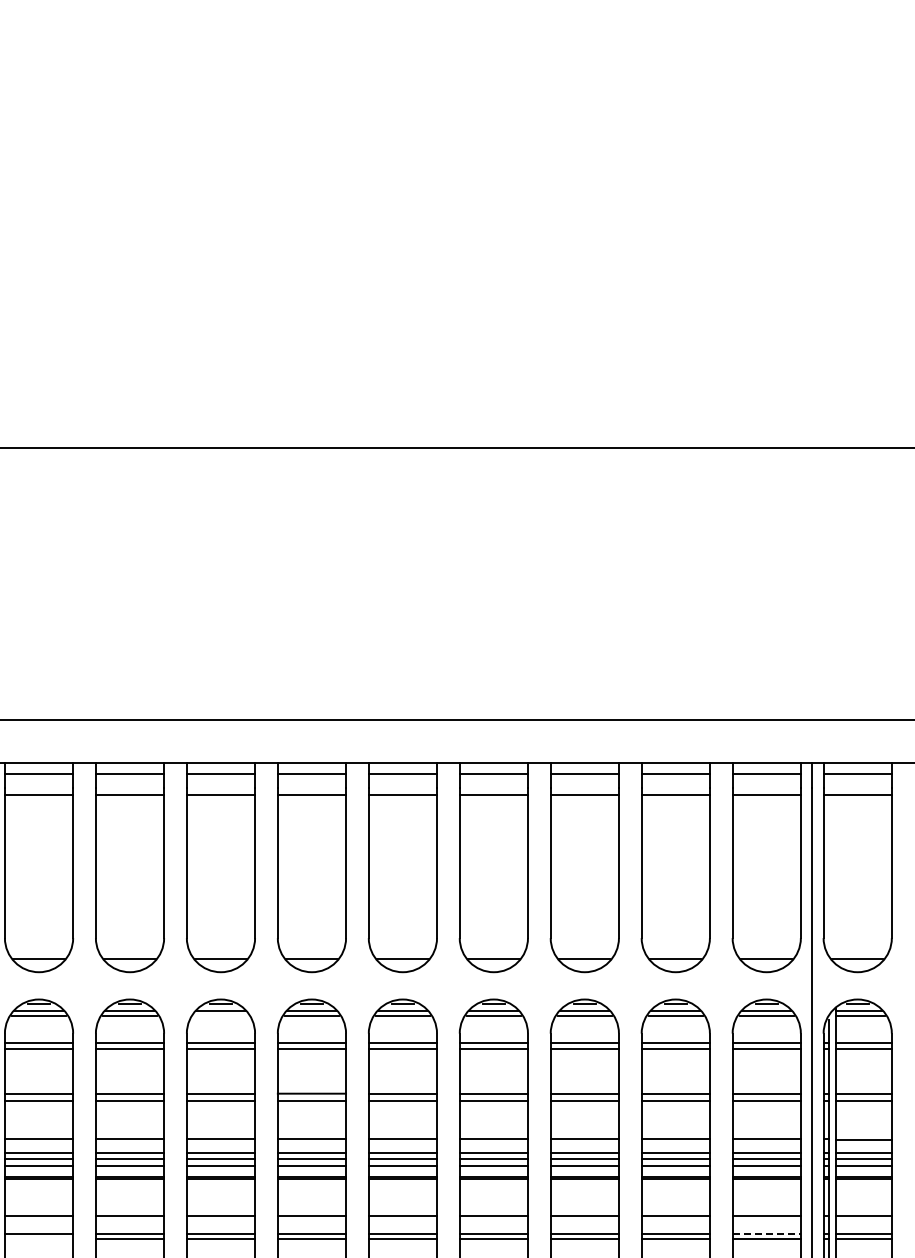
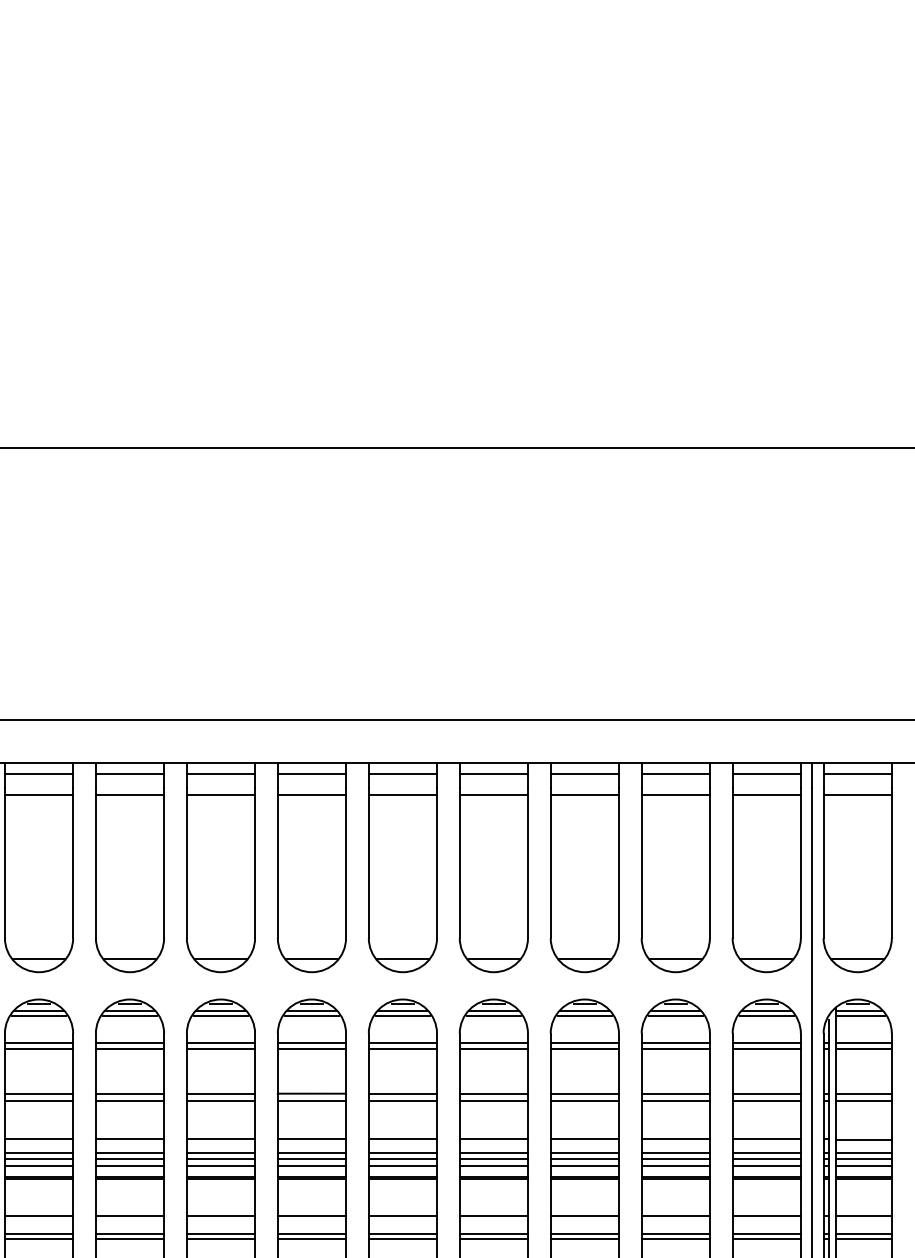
line at (220, 1016): none -> present
line at (767, 1233): dashed -> solid
line at (38, 1239): none -> present
